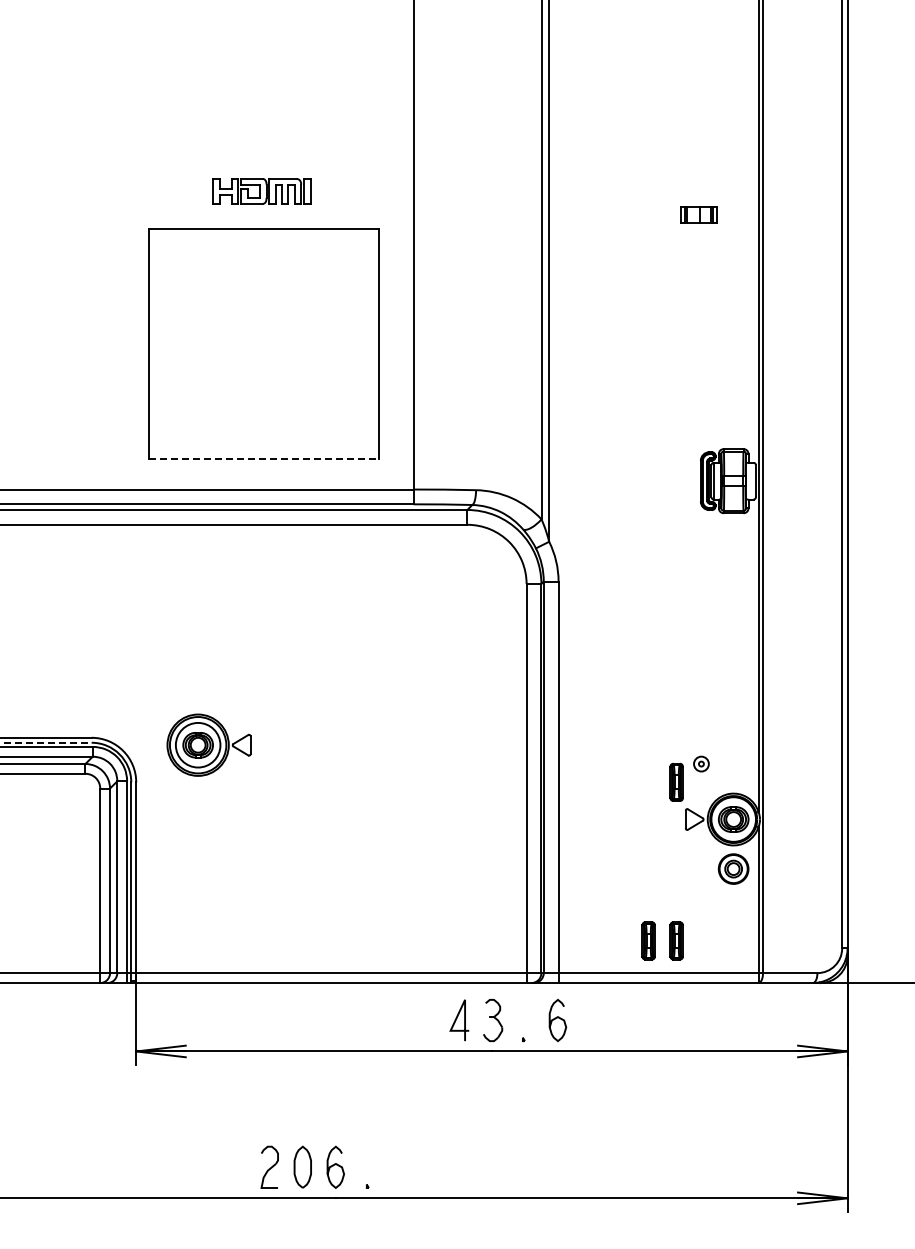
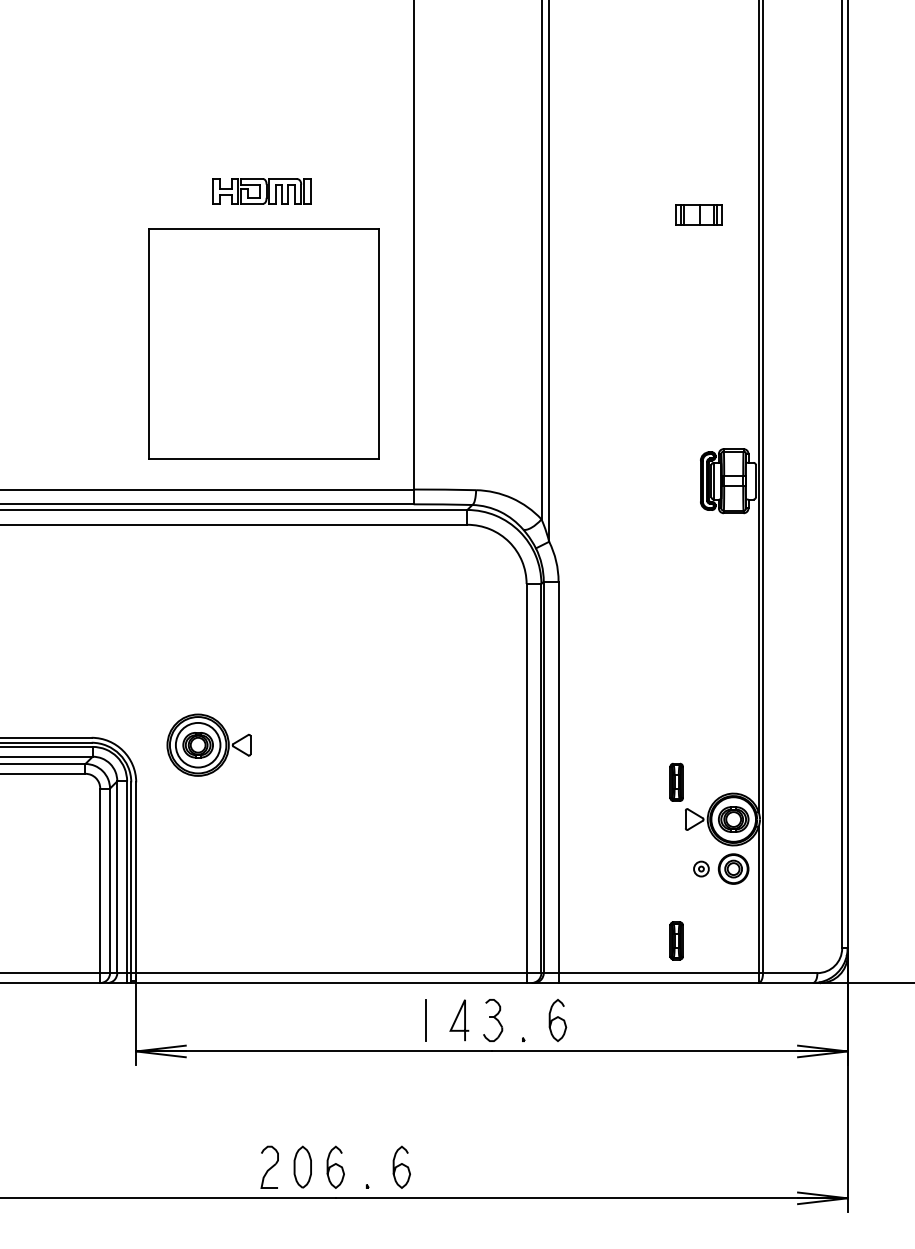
part at (698, 214) size: 38x18 px -> 48x22 px
line at (264, 459): dashed -> solid
line at (46, 742): dashed -> solid
part at (701, 763) position: (701, 763) -> (701, 868)
part at (648, 940): present -> none
line at (425, 1020): none -> present
curve at (401, 1165): none -> present
